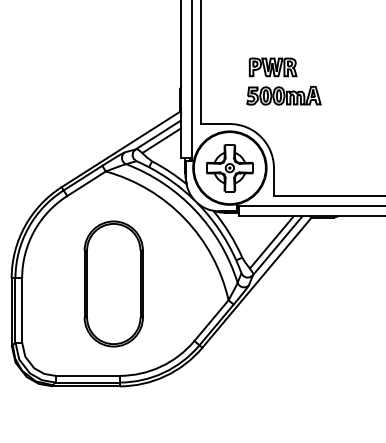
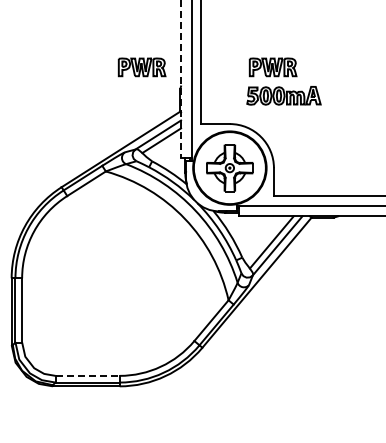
part at (141, 67): none -> present
line at (181, 79): solid -> dashed
part at (113, 283): present -> none
line at (88, 375): solid -> dashed
